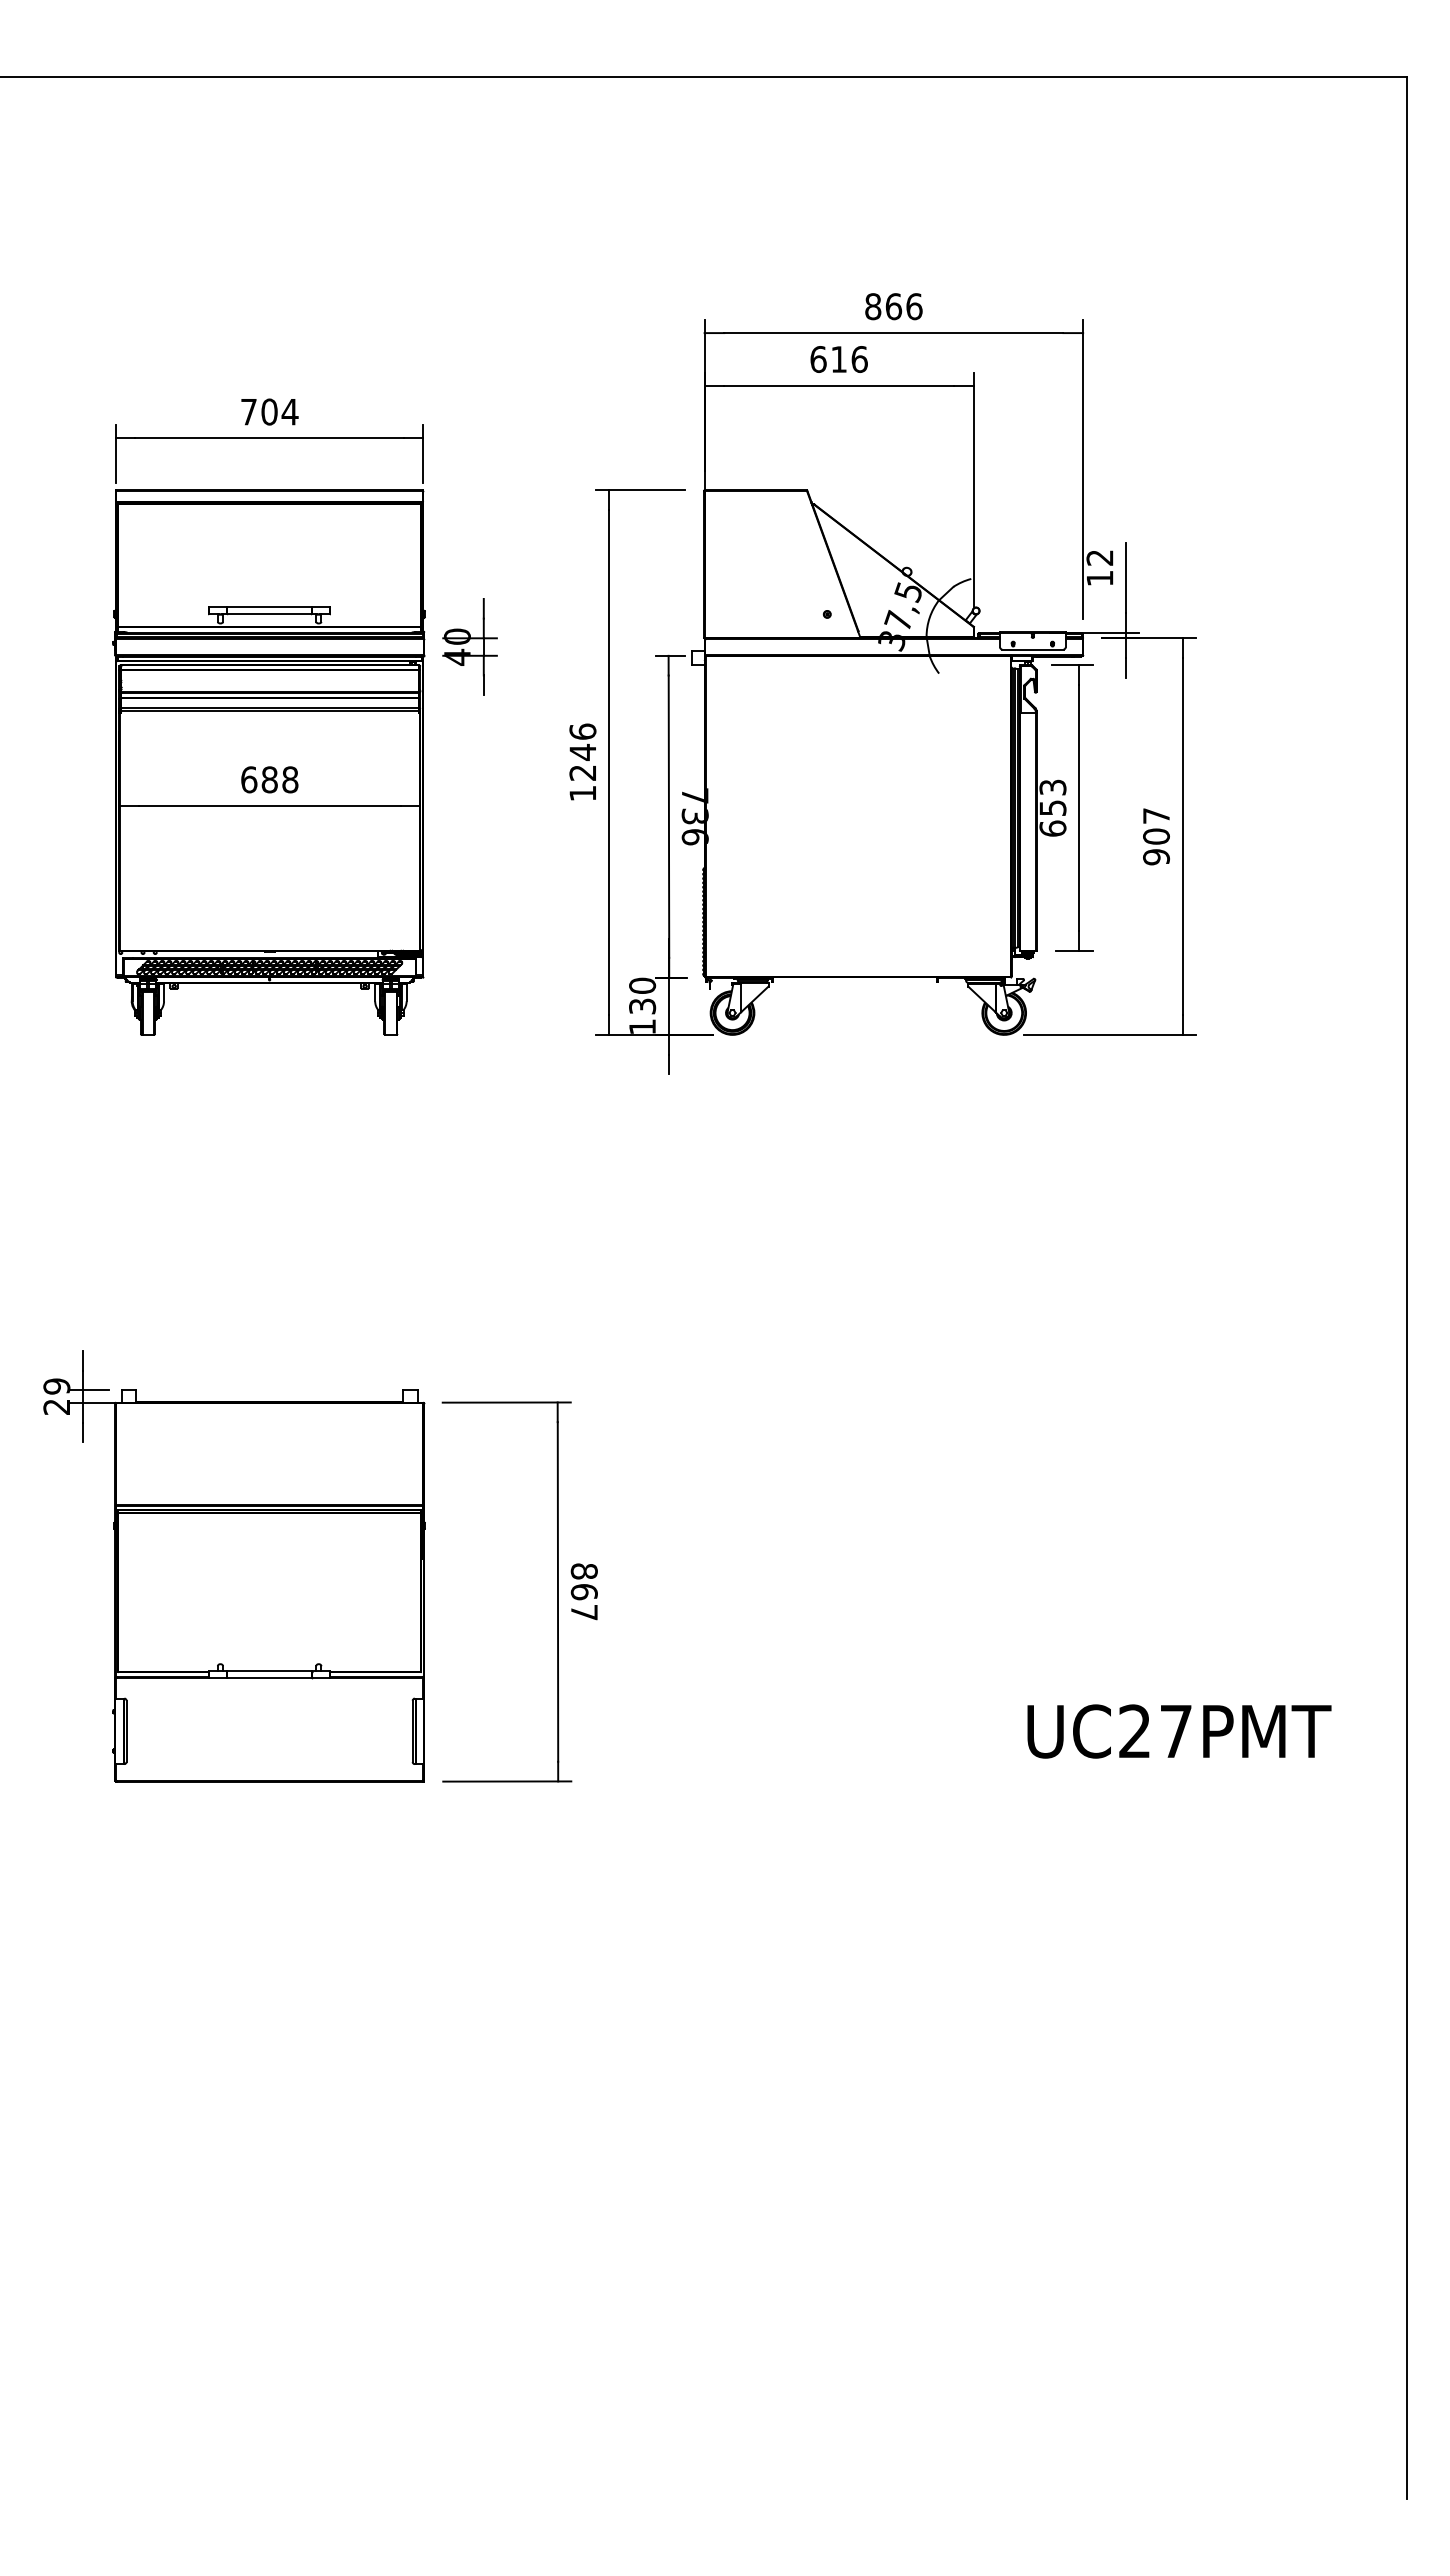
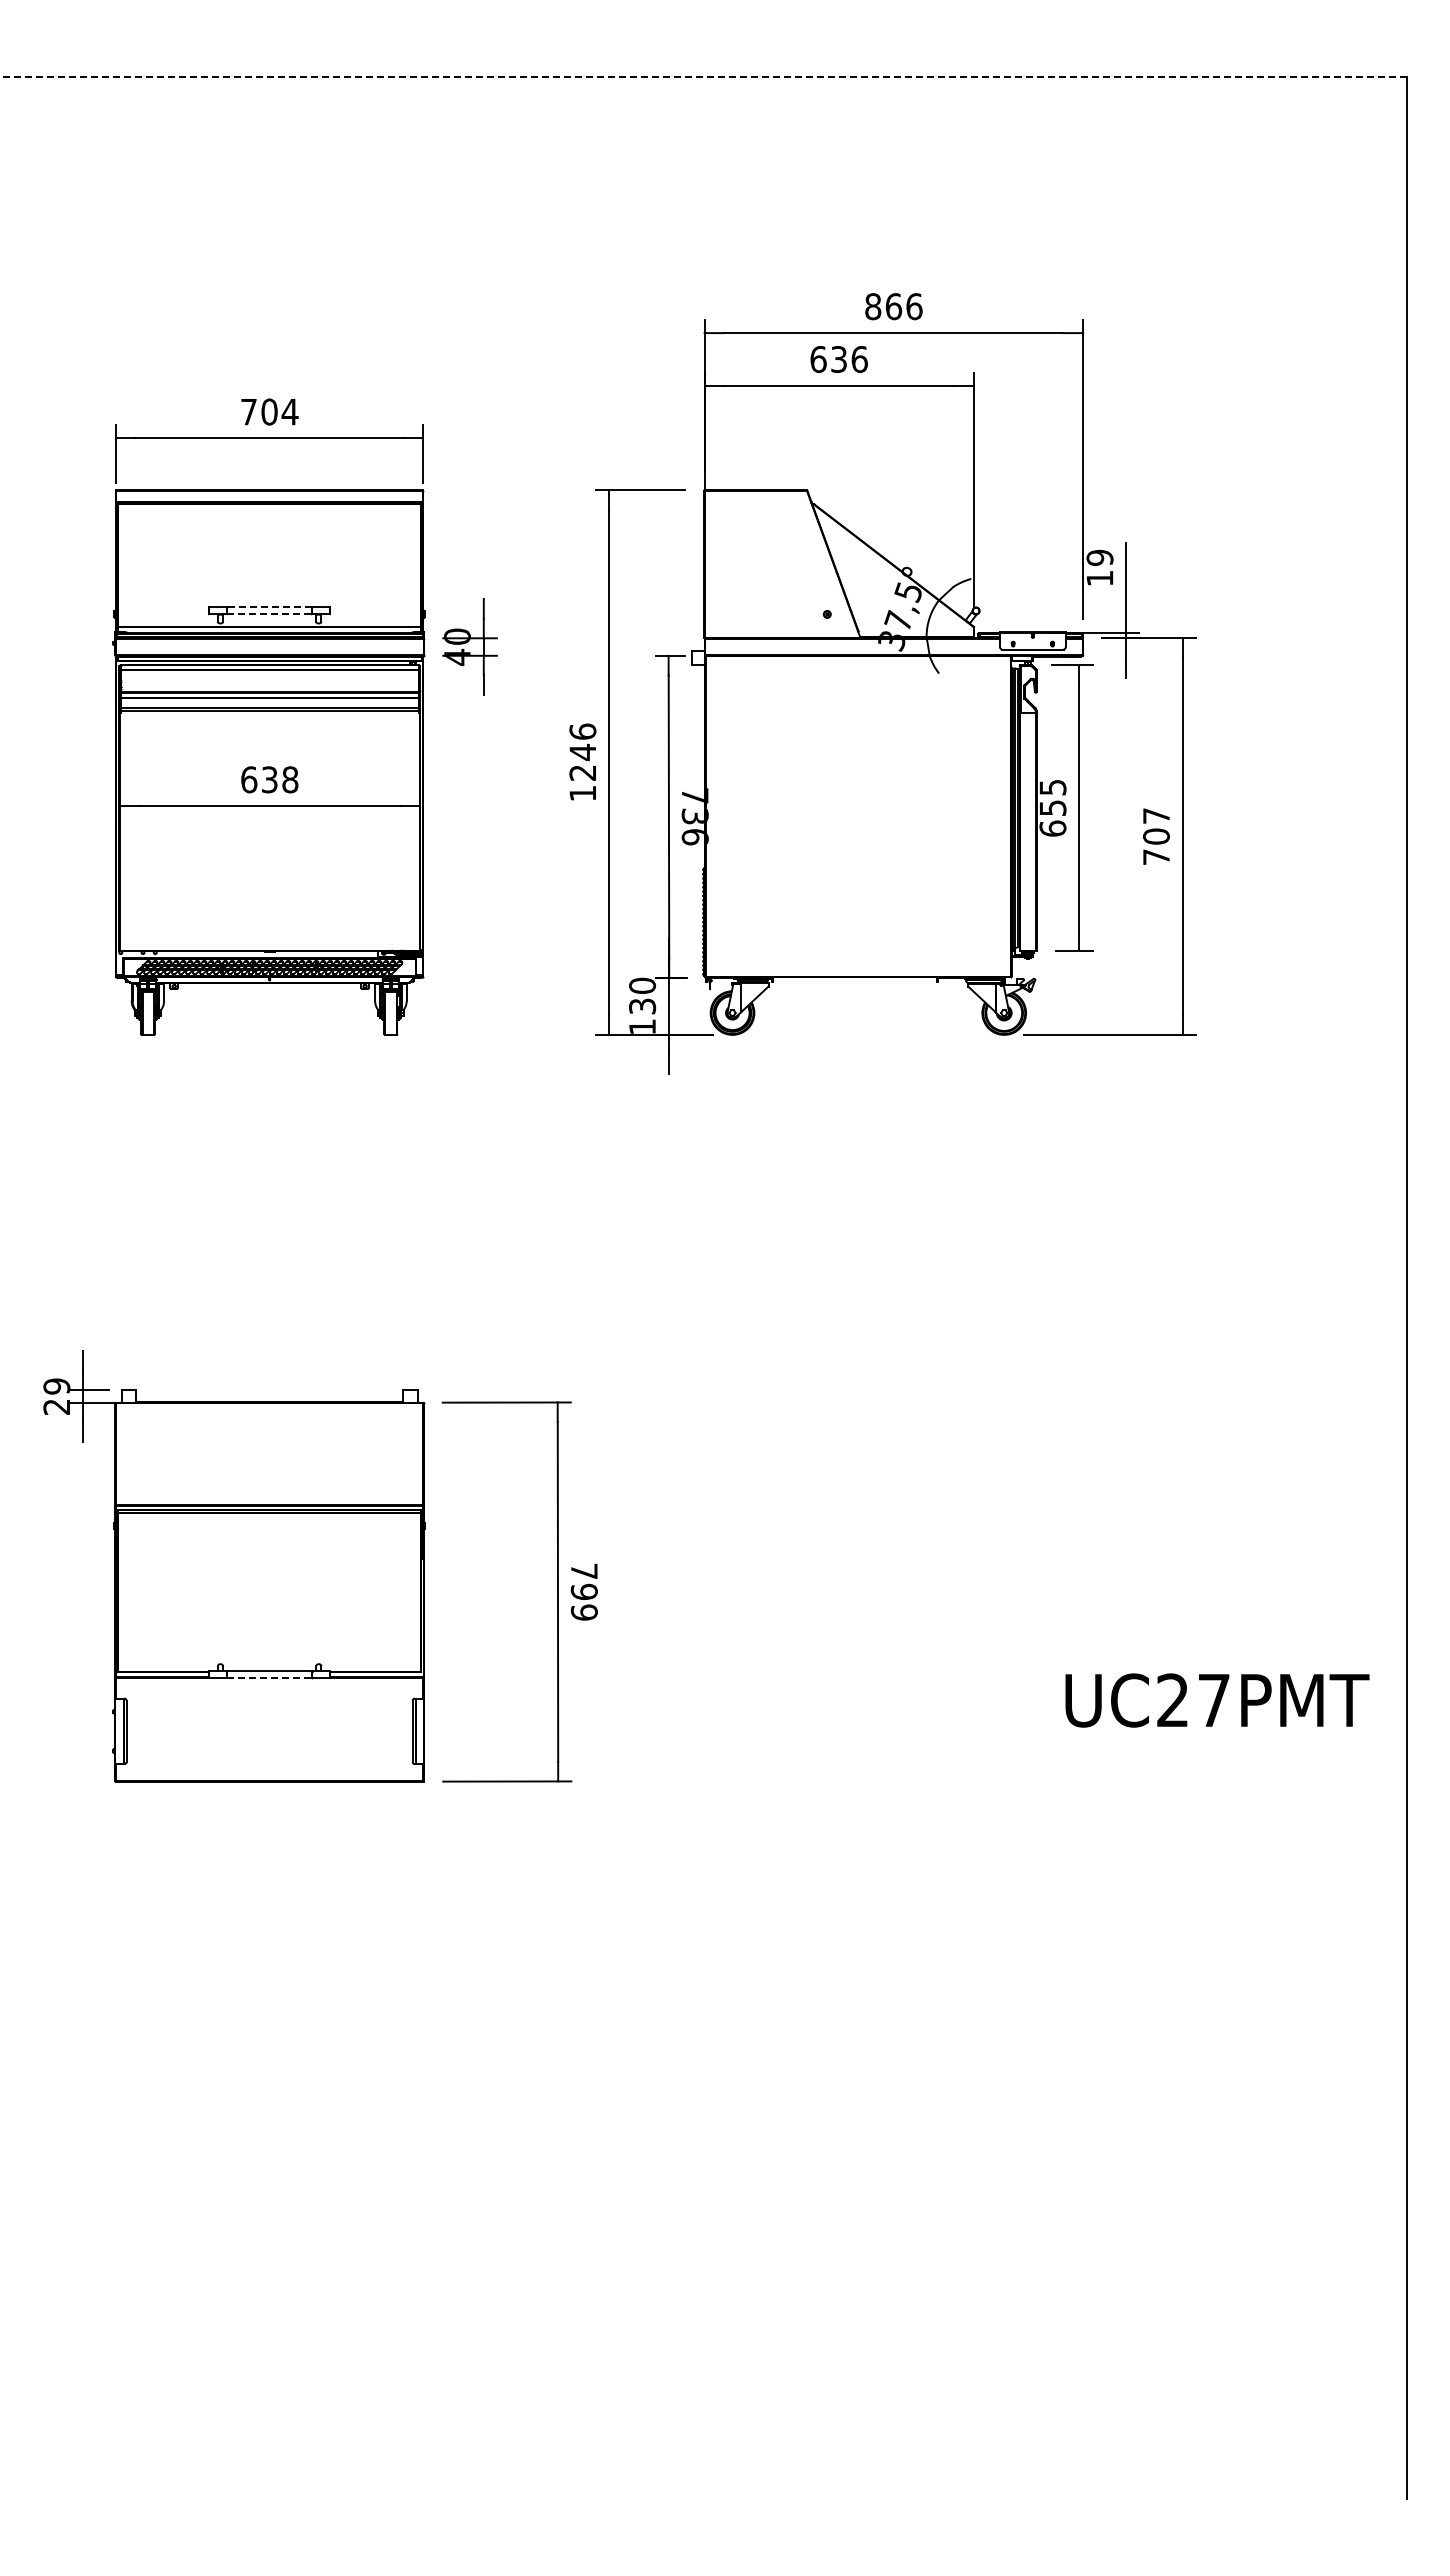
line at (703, 77): solid -> dashed
text at (838, 359): 616 -> 636
text at (1099, 557): 12 -> 19
line at (269, 607): solid -> dashed
line at (270, 614): solid -> dashed
text at (269, 779): 688 -> 638
text at (1052, 786): 653 -> 655
text at (1156, 857): 907 -> 707
text at (583, 1591): 867 -> 799
line at (270, 1678): solid -> dashed
text at (1179, 1731) position: (1179, 1731) -> (1217, 1700)
